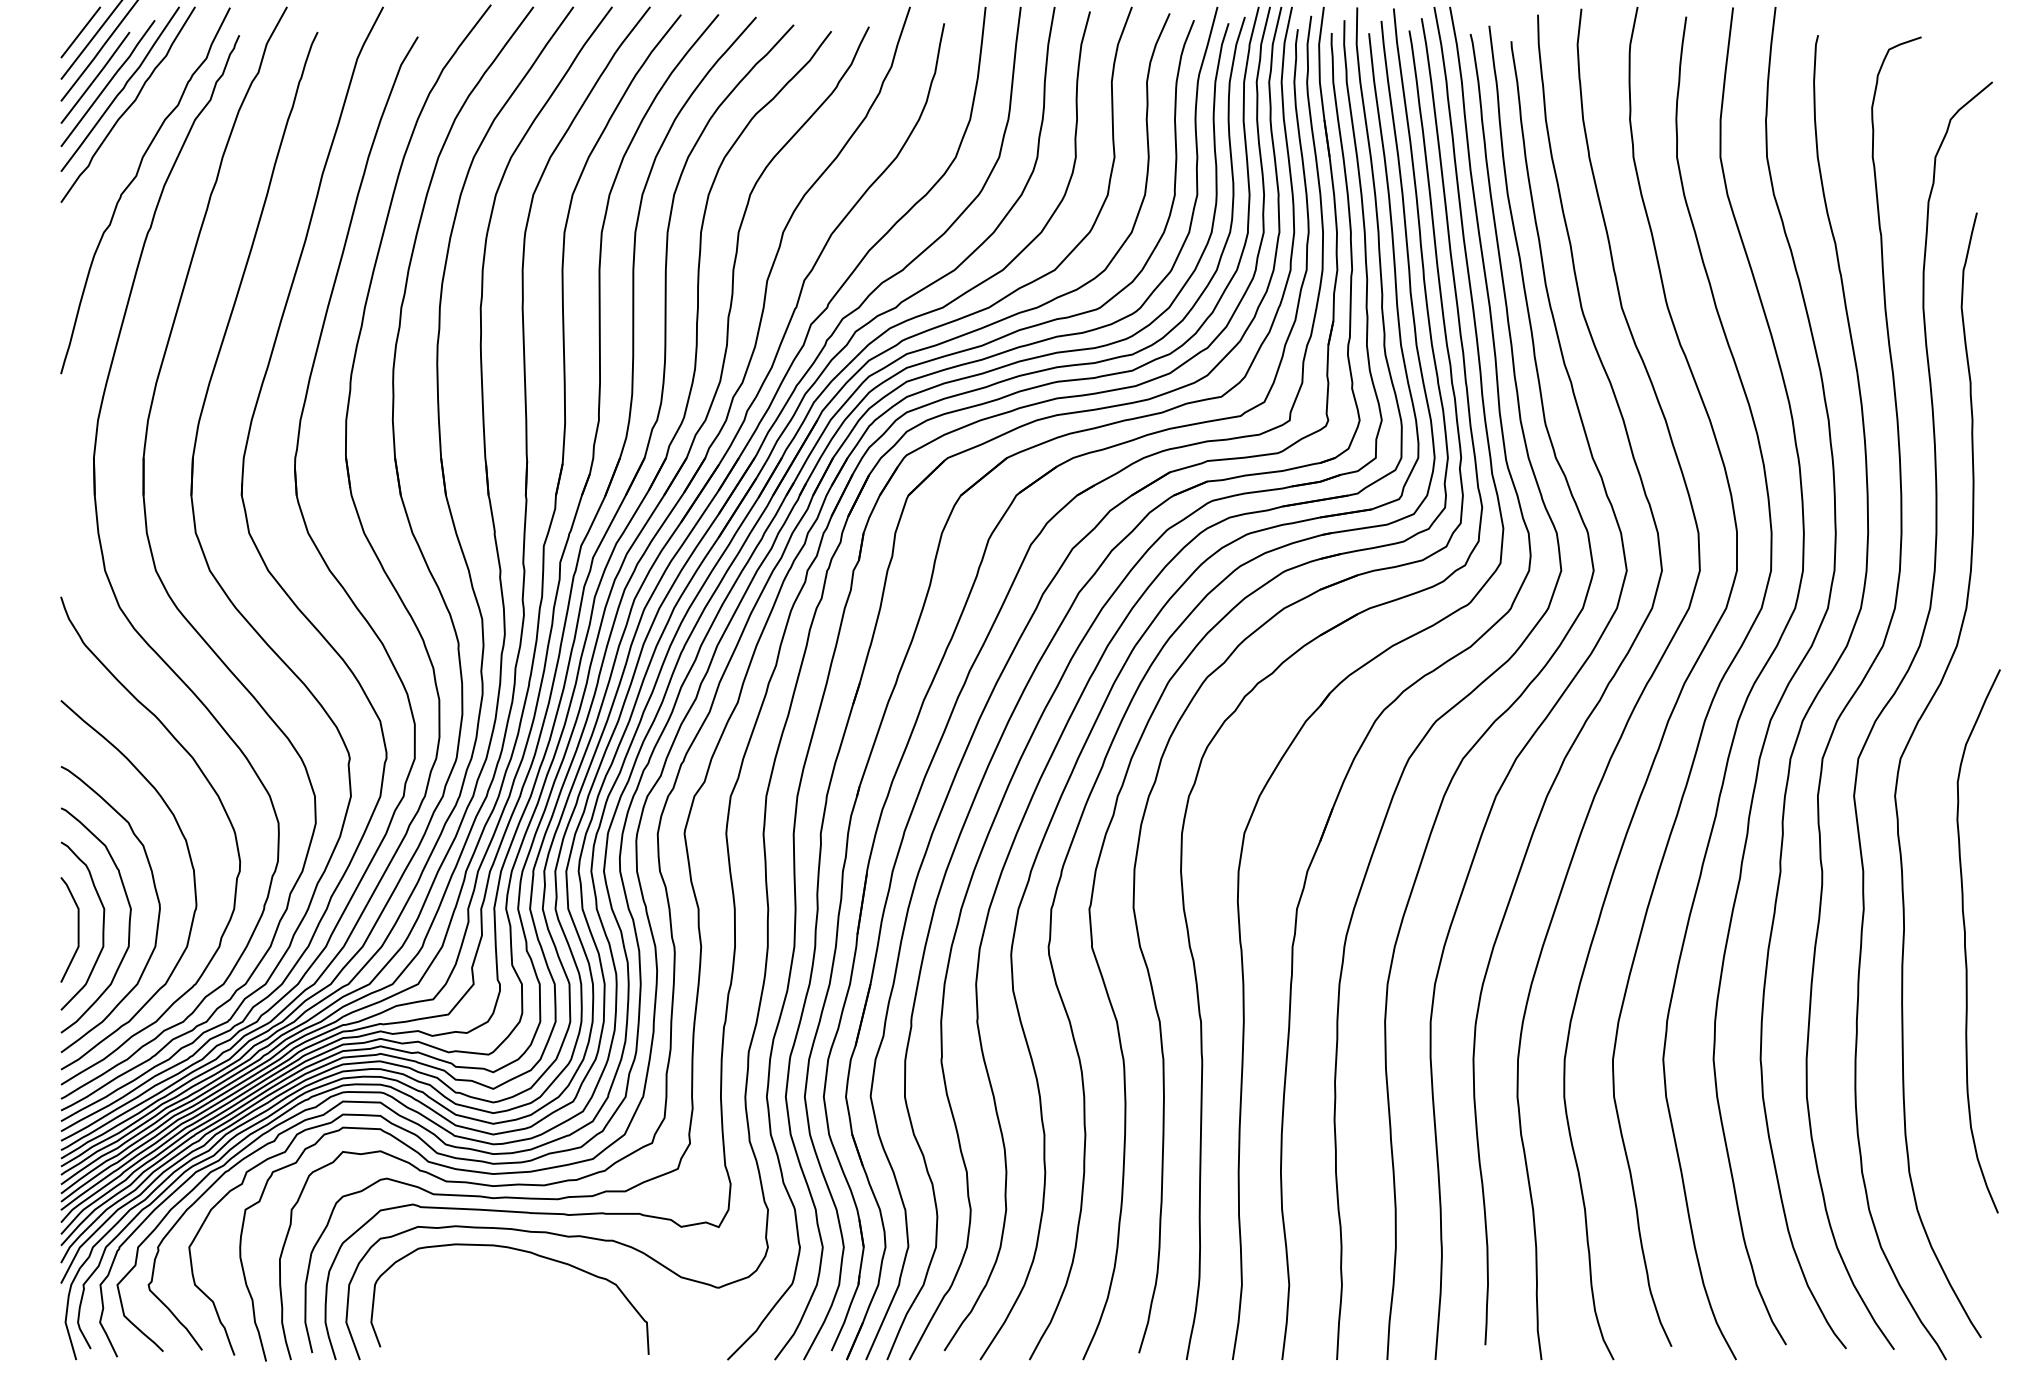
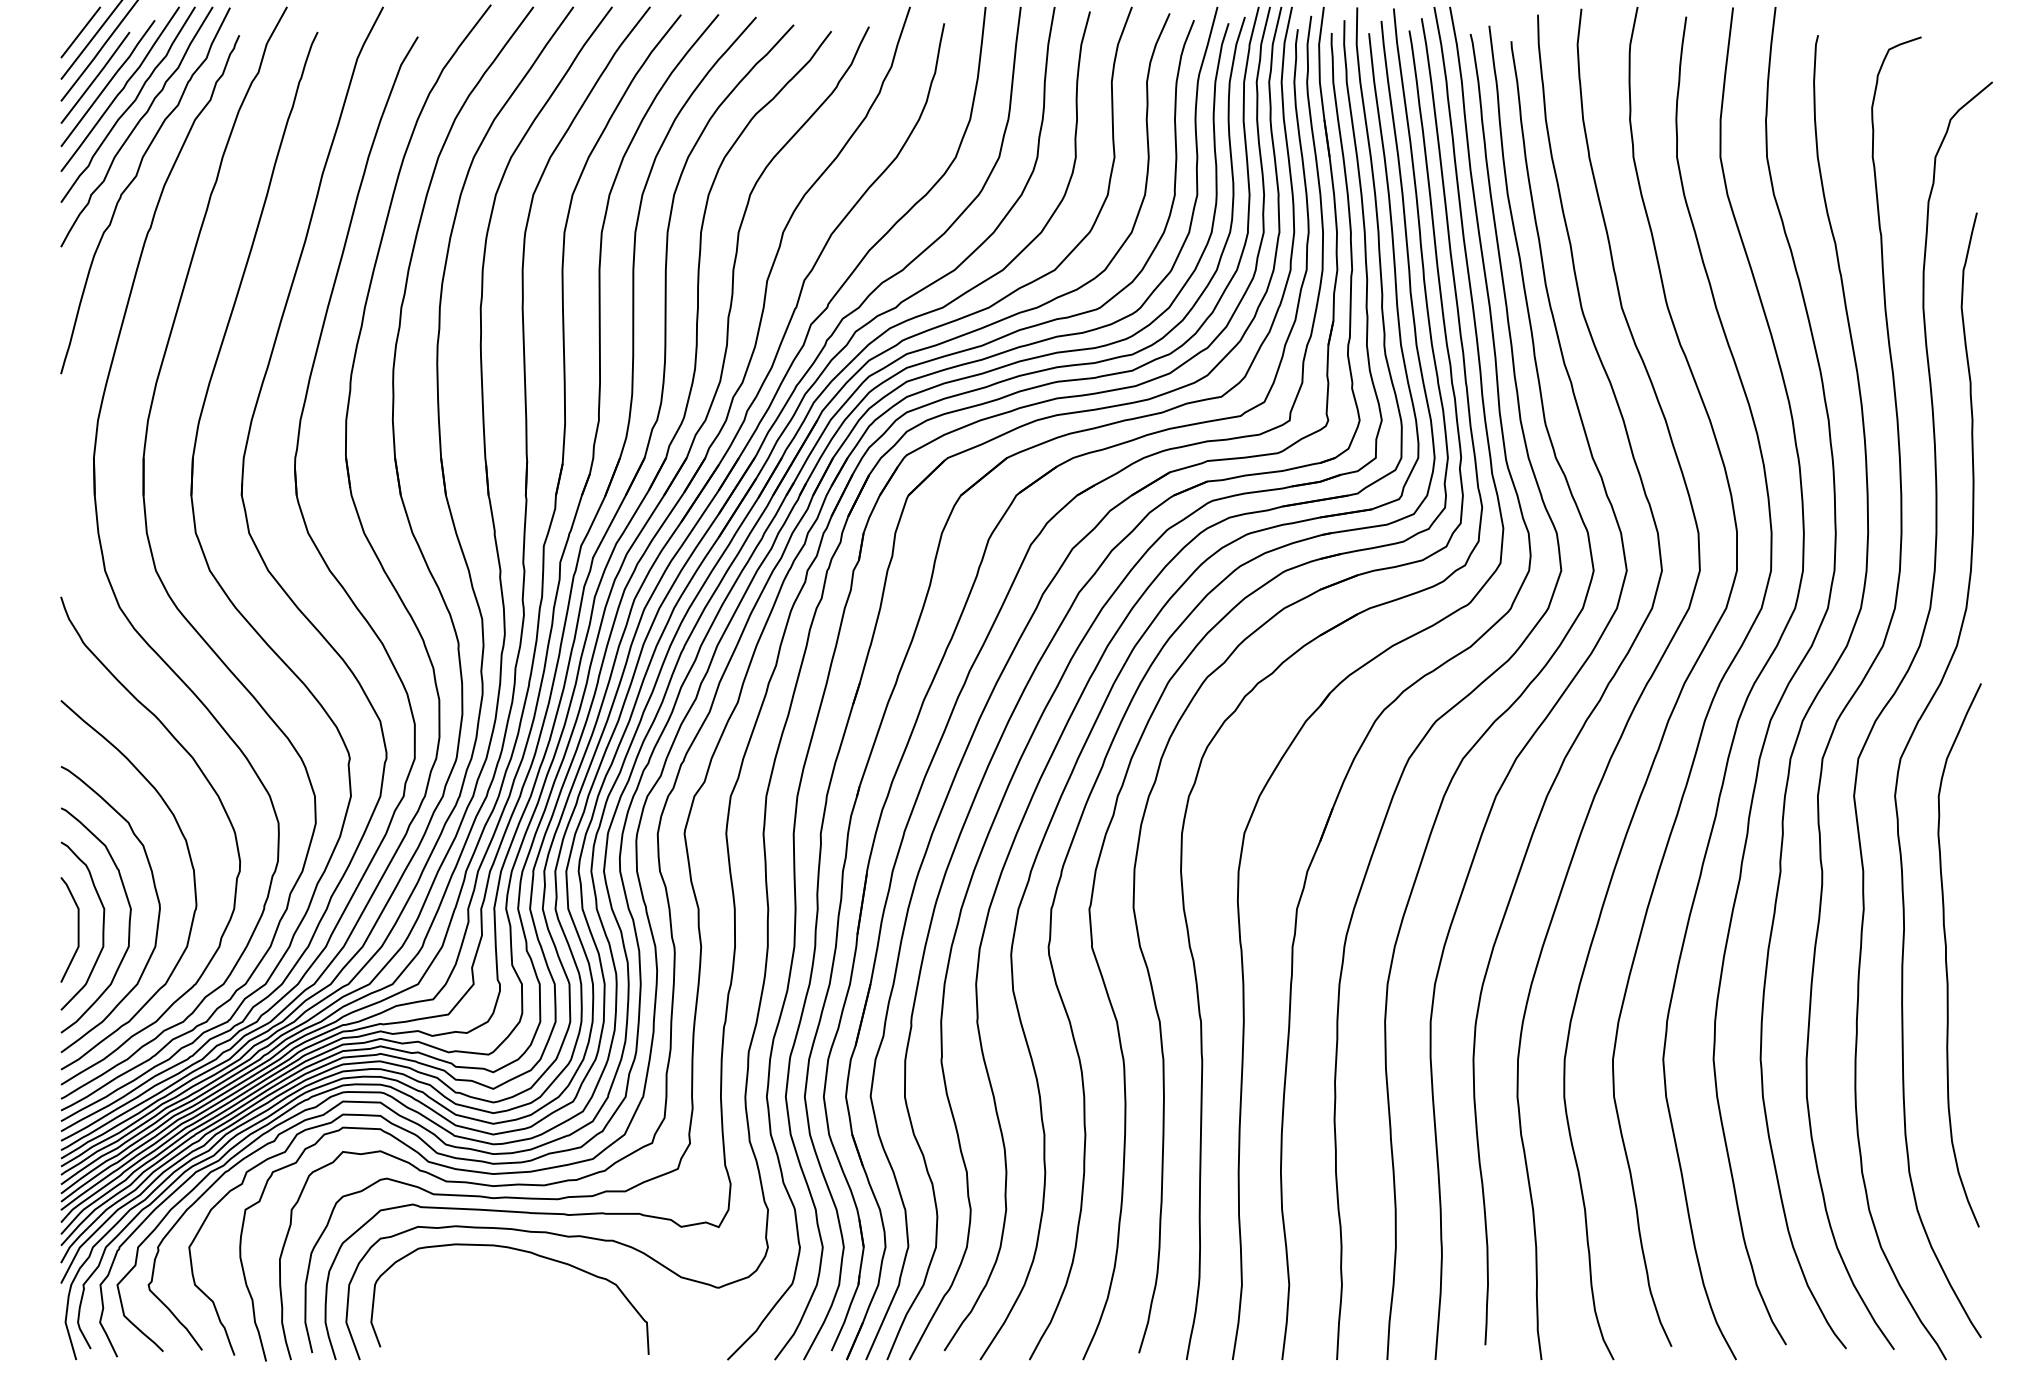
curve at (136, 126): none -> present
curve at (1965, 941) position: (1965, 941) -> (1946, 955)
